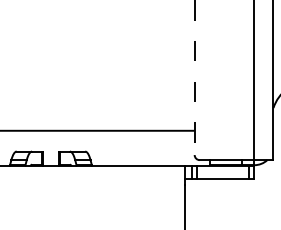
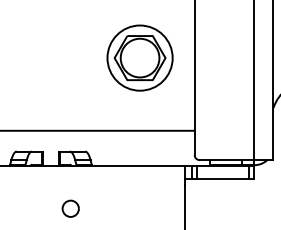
part at (139, 57): none -> present
line at (194, 78): dashed -> solid
circle at (70, 208): none -> present
